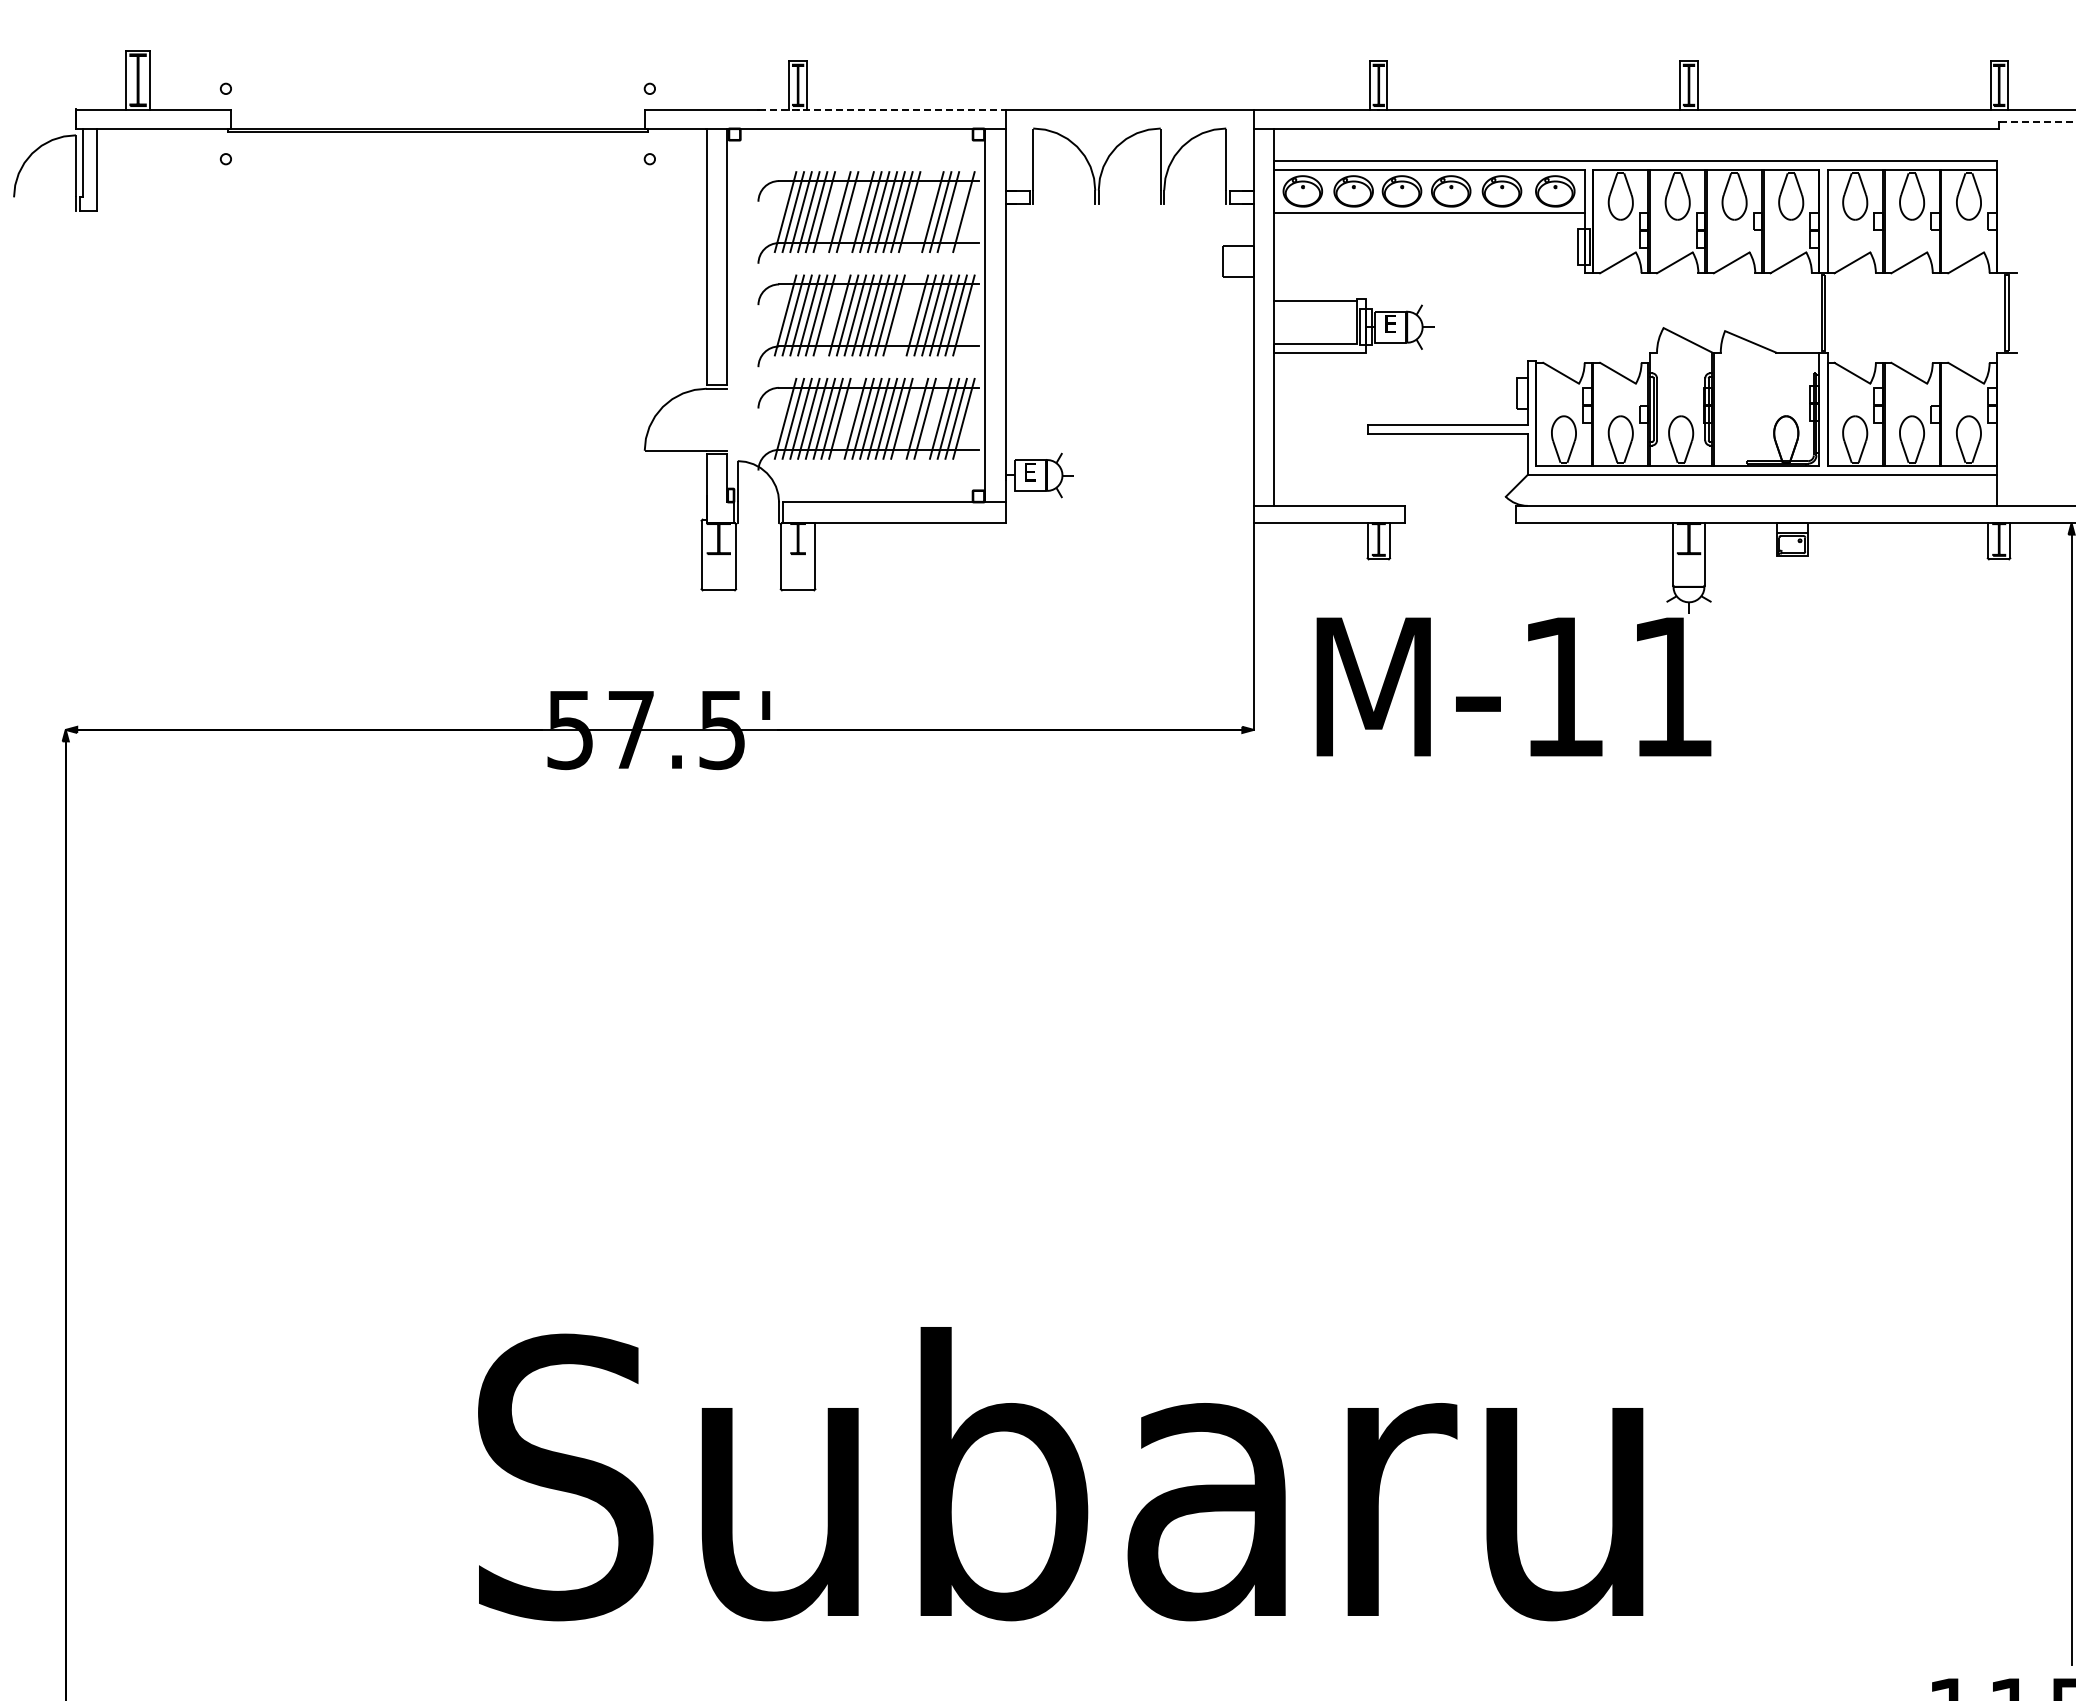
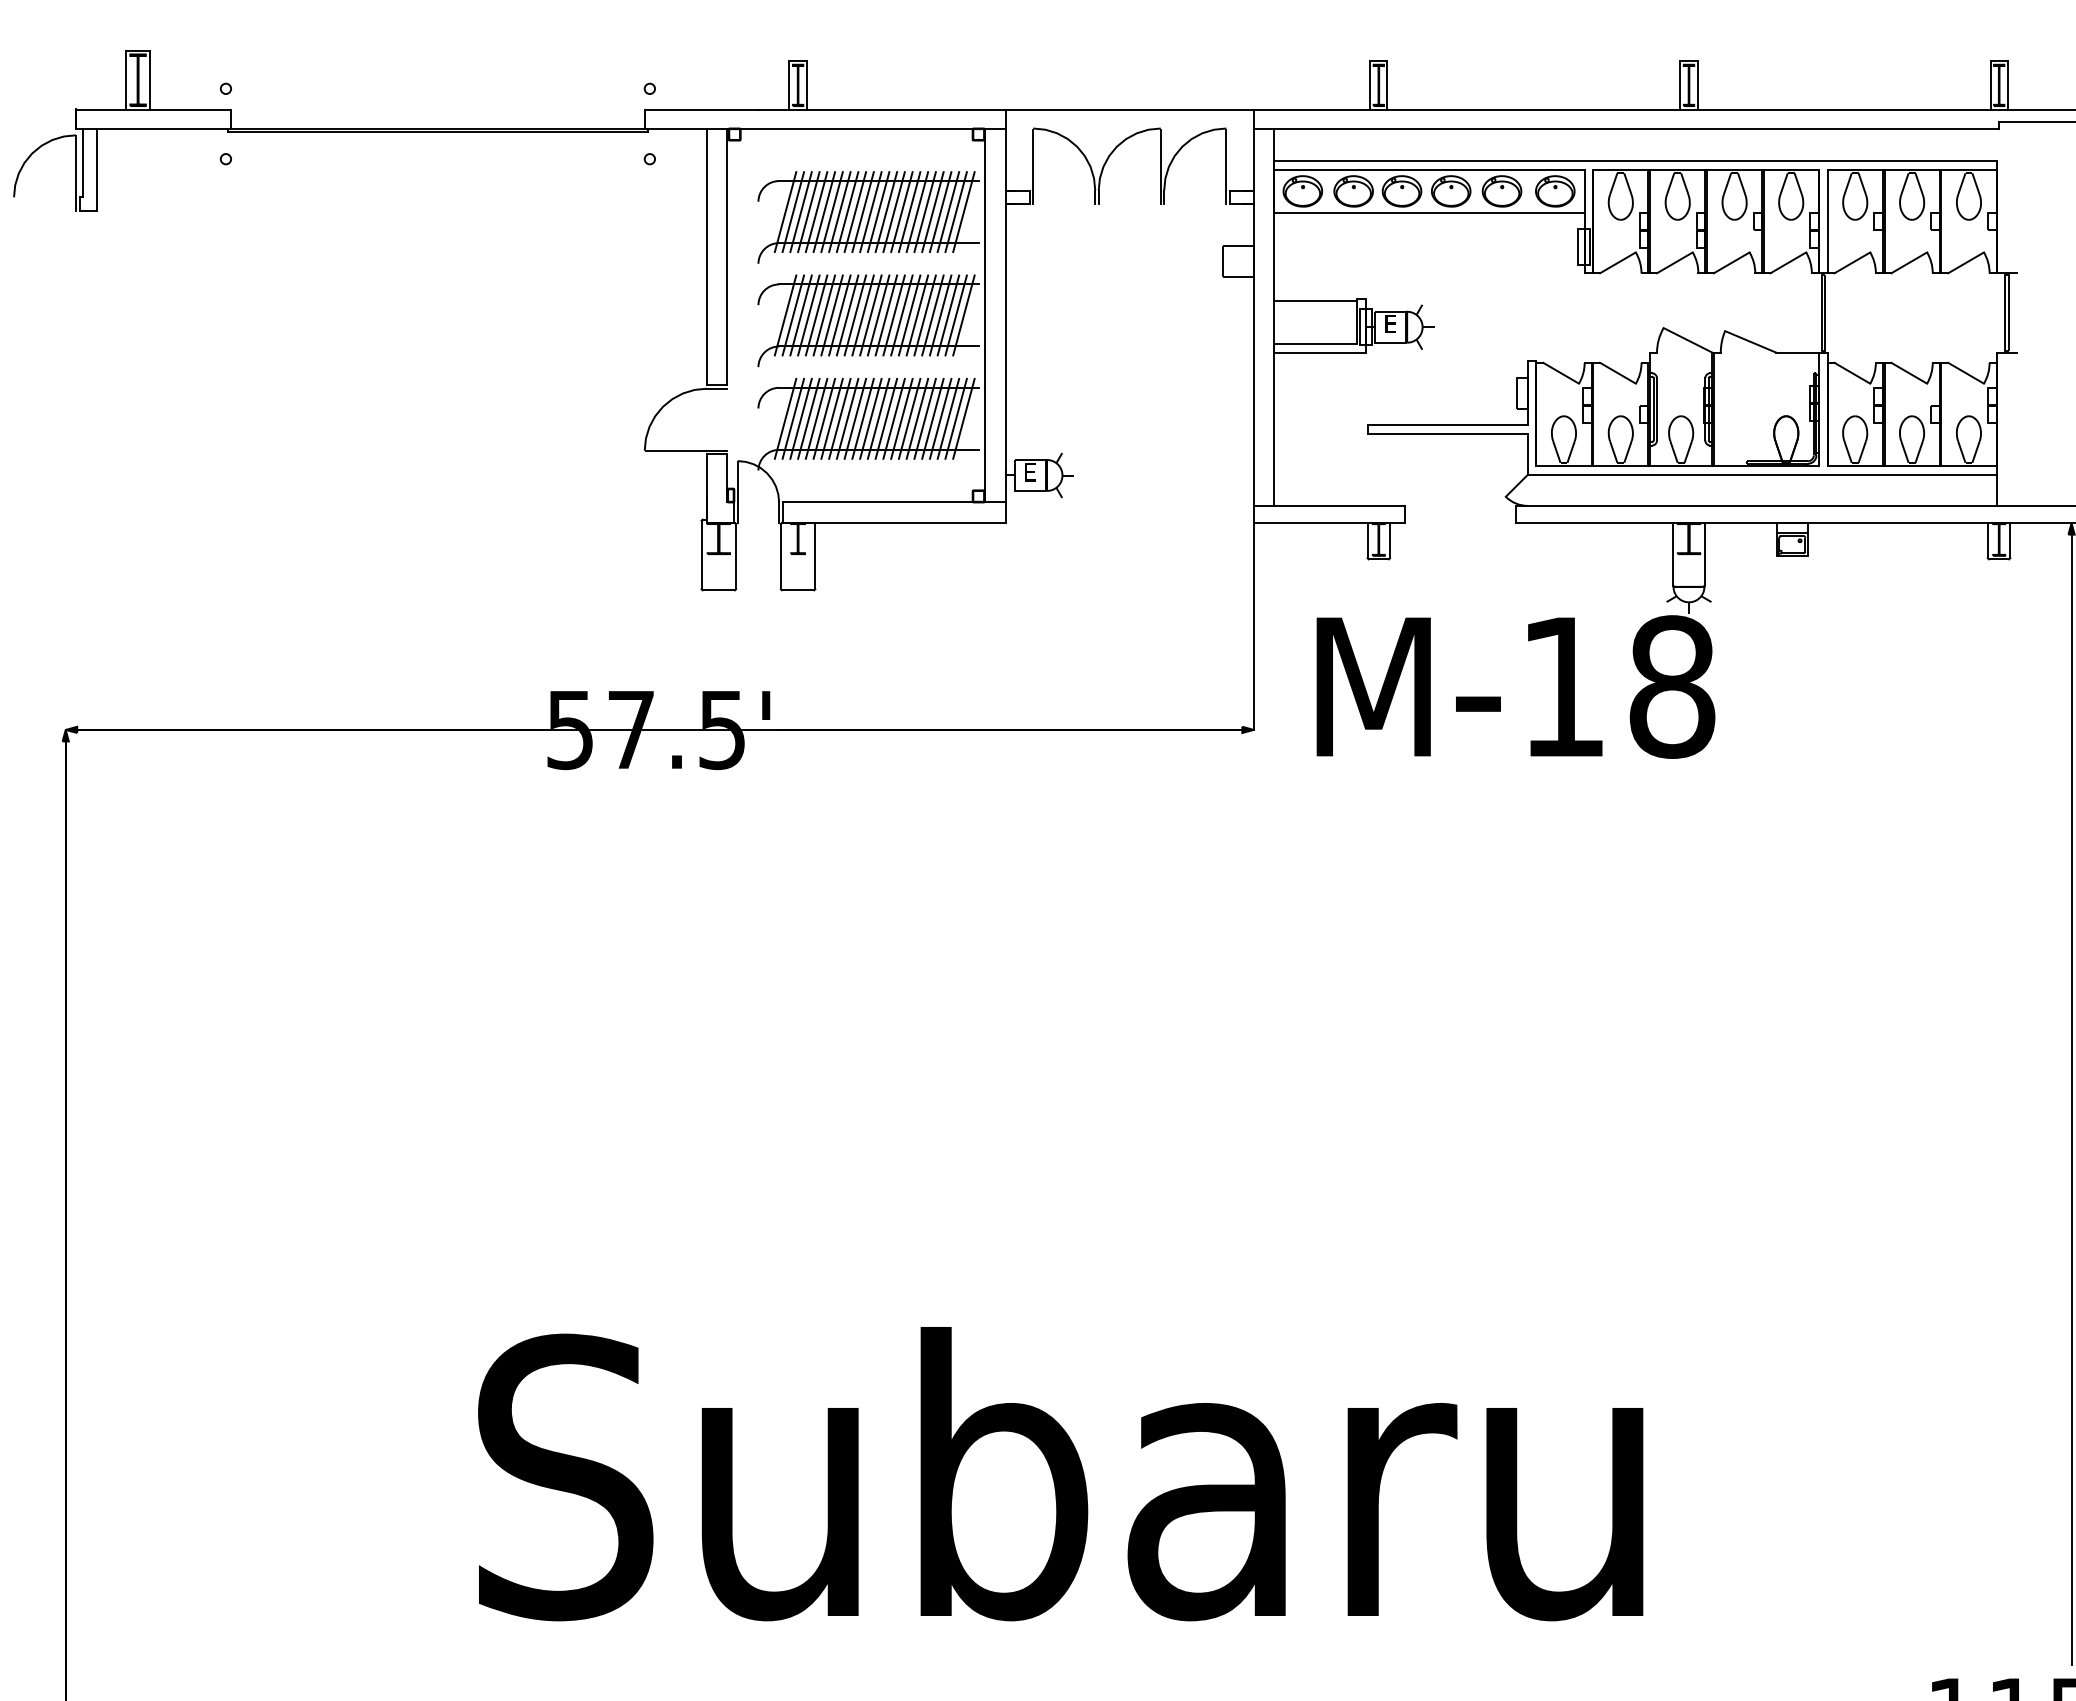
line at (882, 109): dashed -> solid
line at (2037, 121): dashed -> solid
line at (831, 212): none -> present
line at (855, 212): none -> present
line at (917, 212): none -> present
line at (924, 212): none -> present
line at (955, 212): none -> present
line at (831, 315): none -> present
line at (901, 315): none -> present
line at (909, 315): none -> present
line at (847, 418): none -> present
line at (909, 418): none -> present
line at (932, 418): none -> present
text at (1672, 686): M-11 -> M-18
